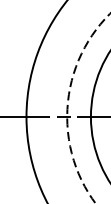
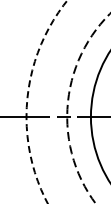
circle at (46, 101): solid -> dashed
